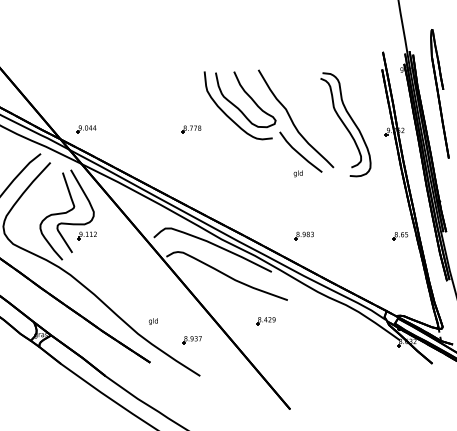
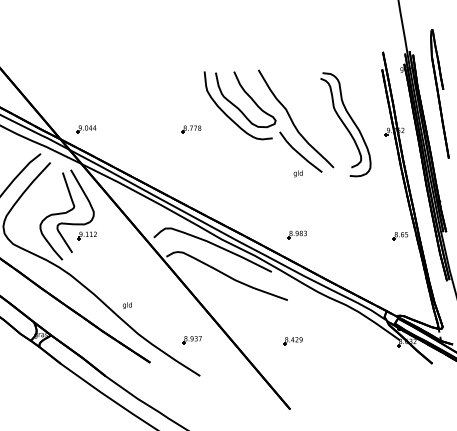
part at (303, 235) position: (303, 235) -> (296, 234)
text at (153, 321) position: (153, 321) -> (127, 305)
part at (265, 321) position: (265, 321) -> (292, 341)
